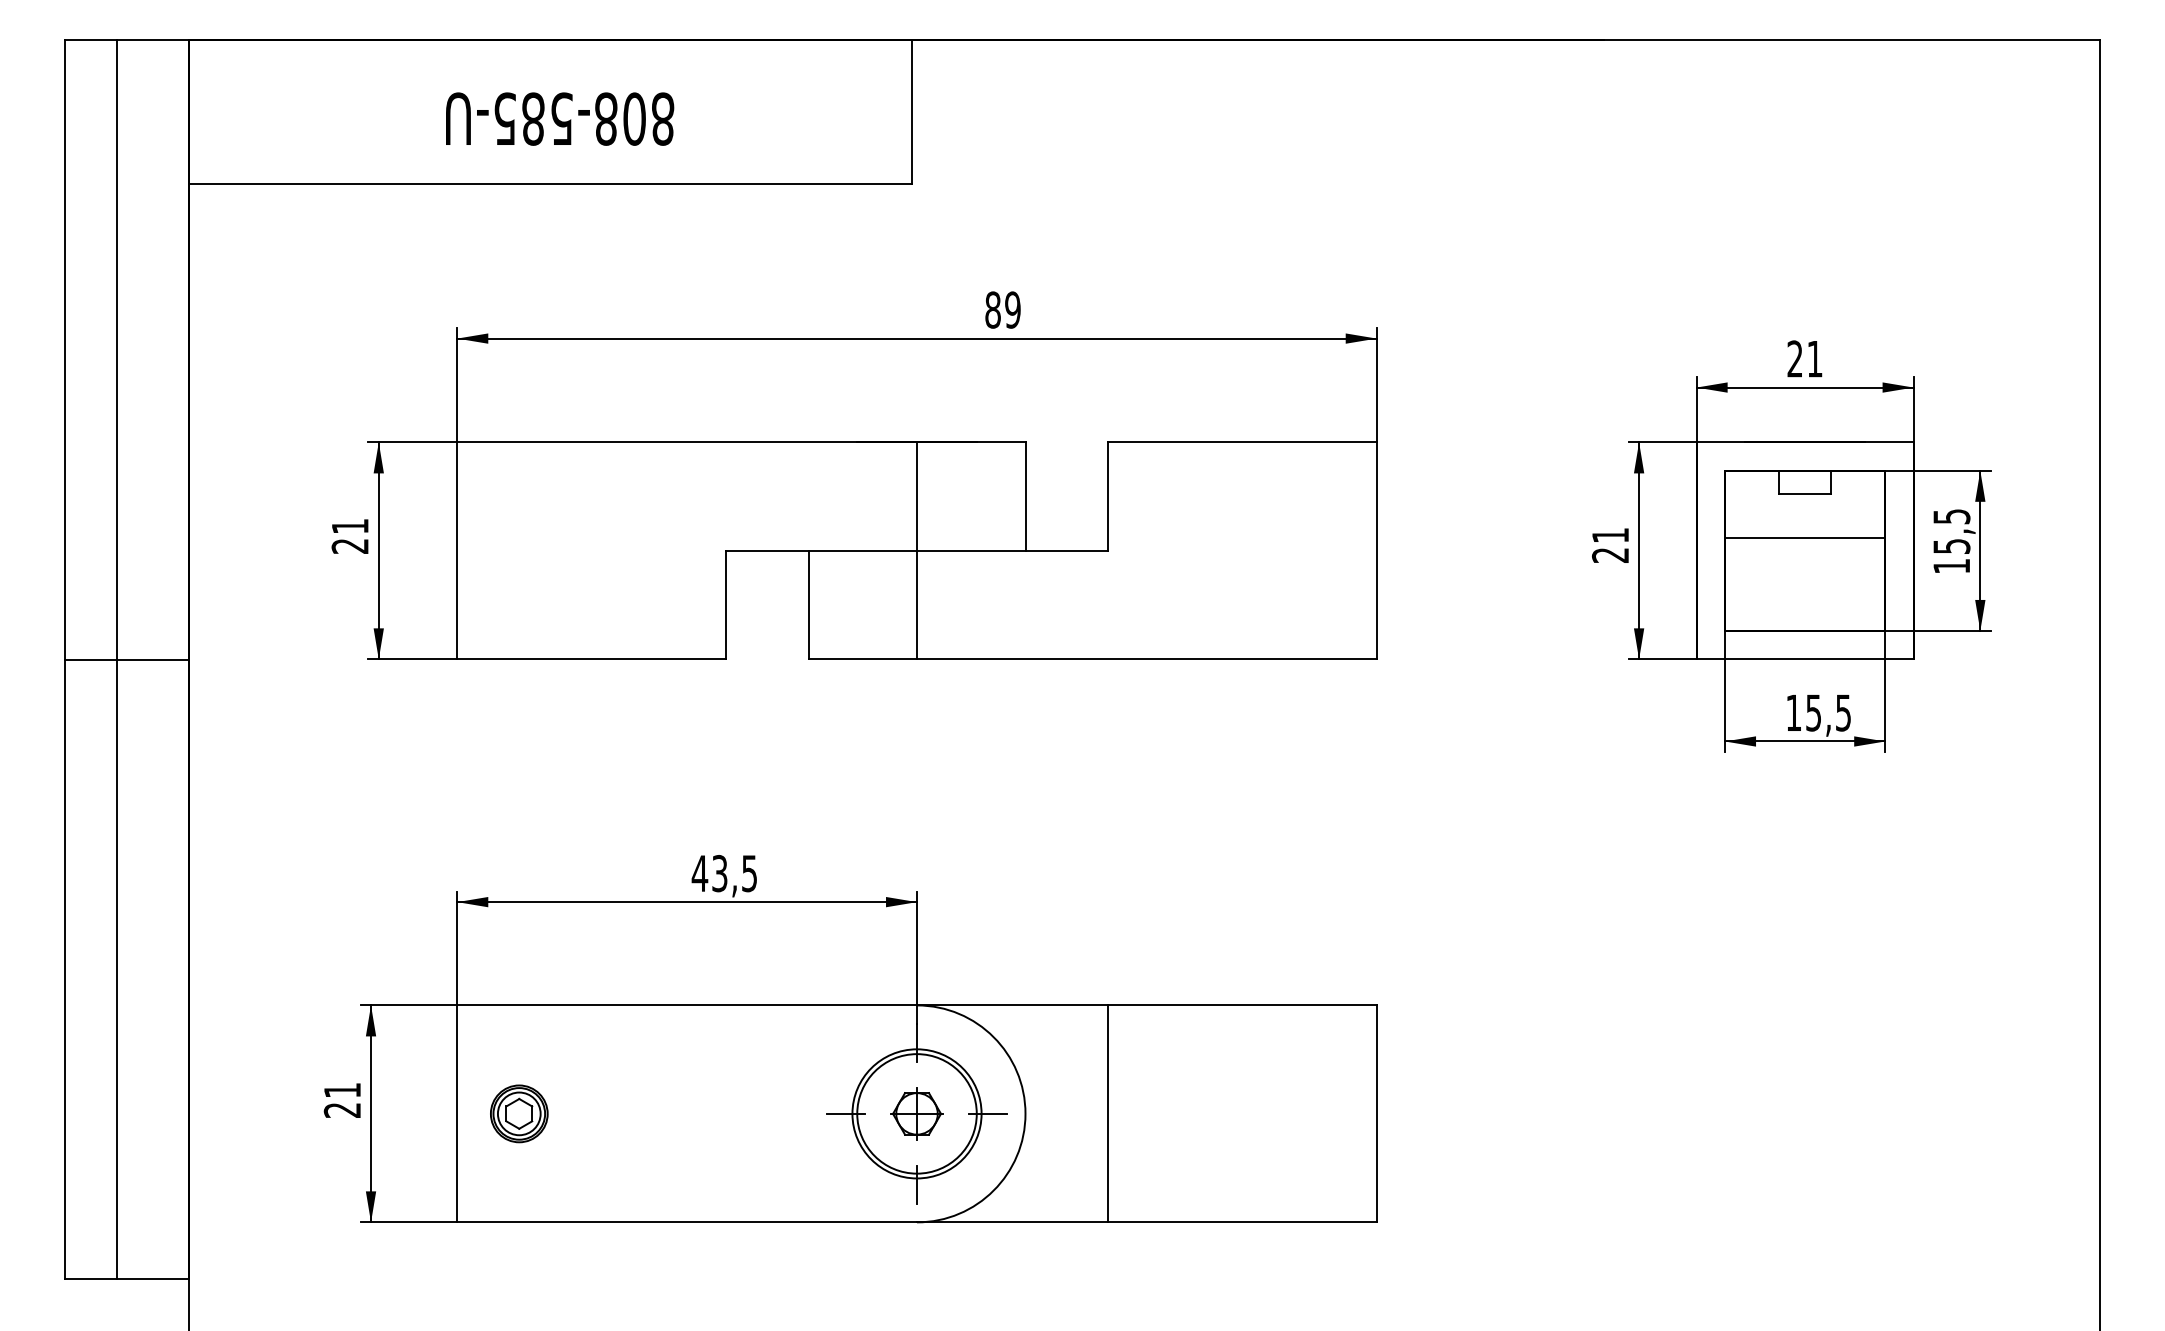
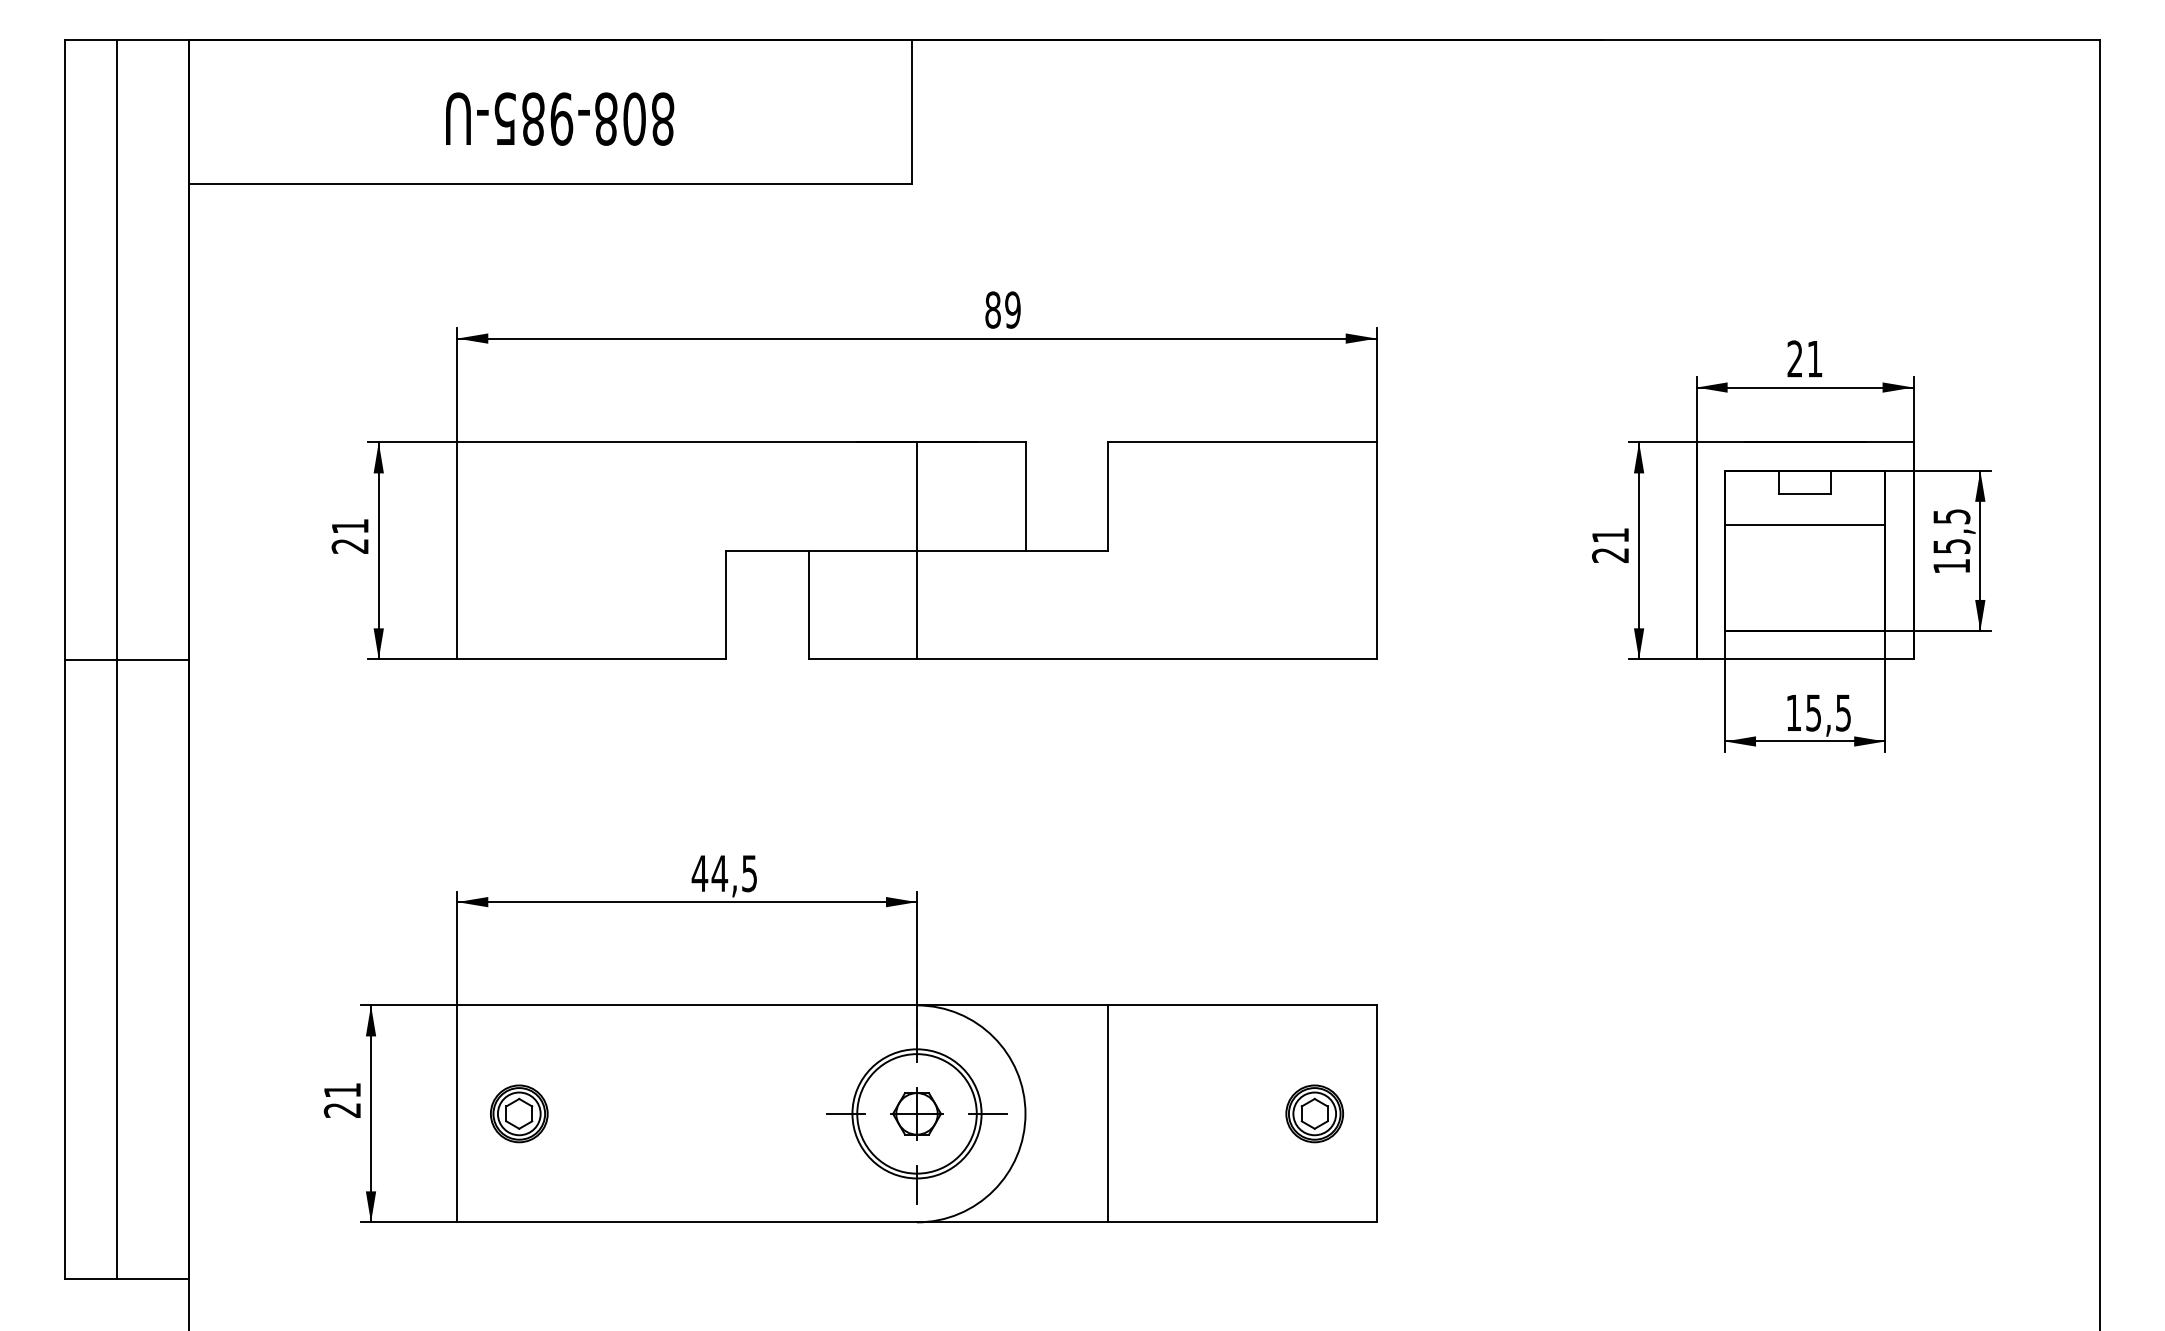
text at (561, 118): 808-585-U -> 808-985-U
line at (1805, 538) position: (1805, 538) -> (1805, 525)
text at (719, 873): 43,5 -> 44,5
part at (1314, 1113): none -> present
